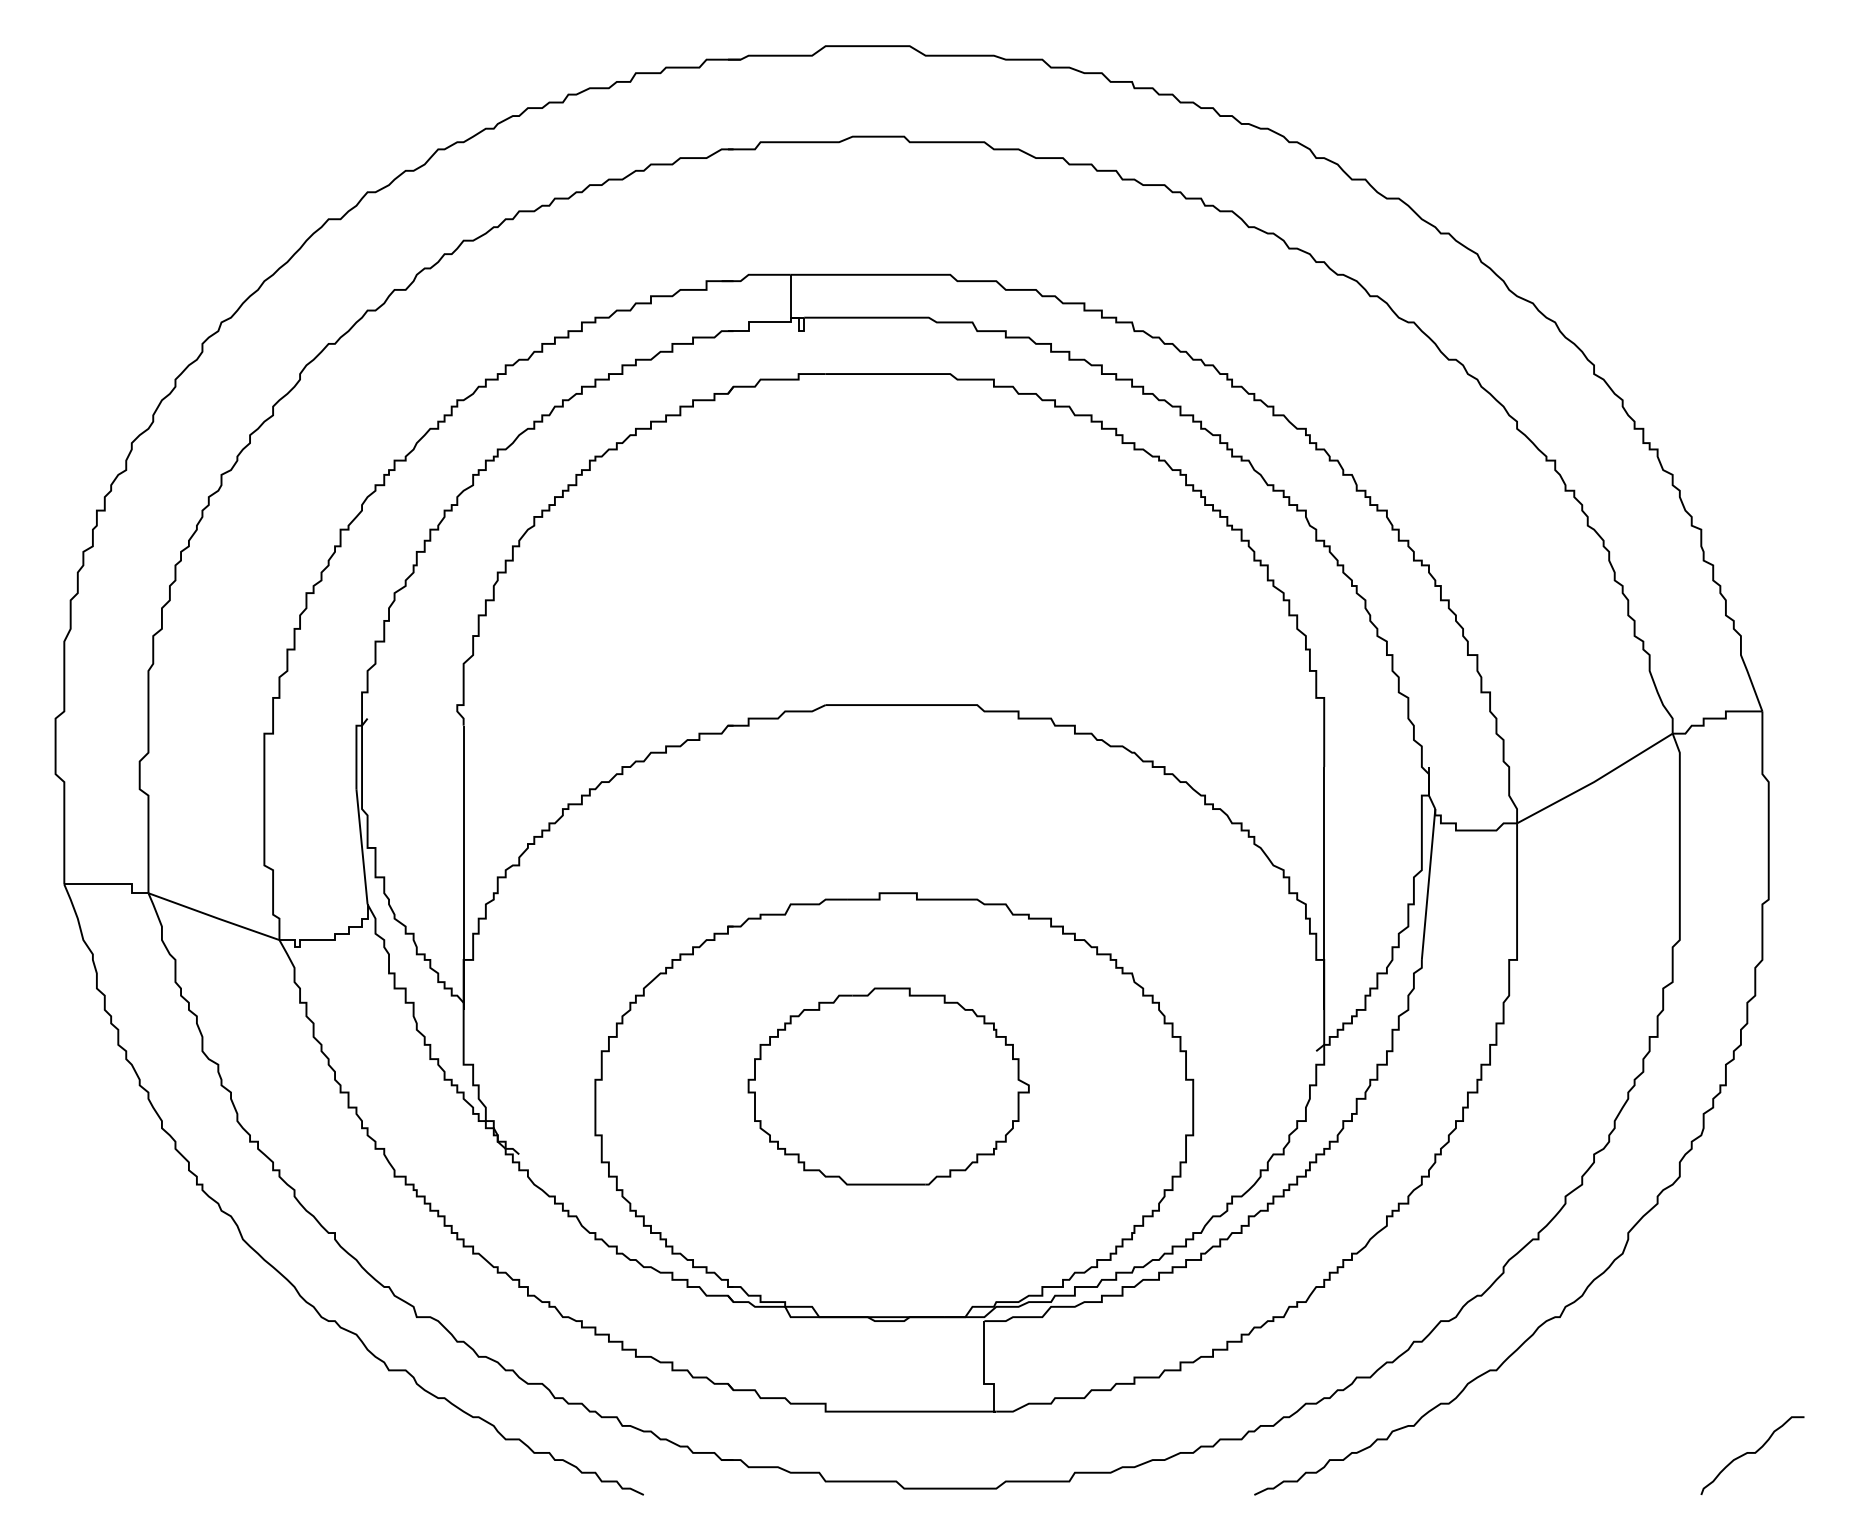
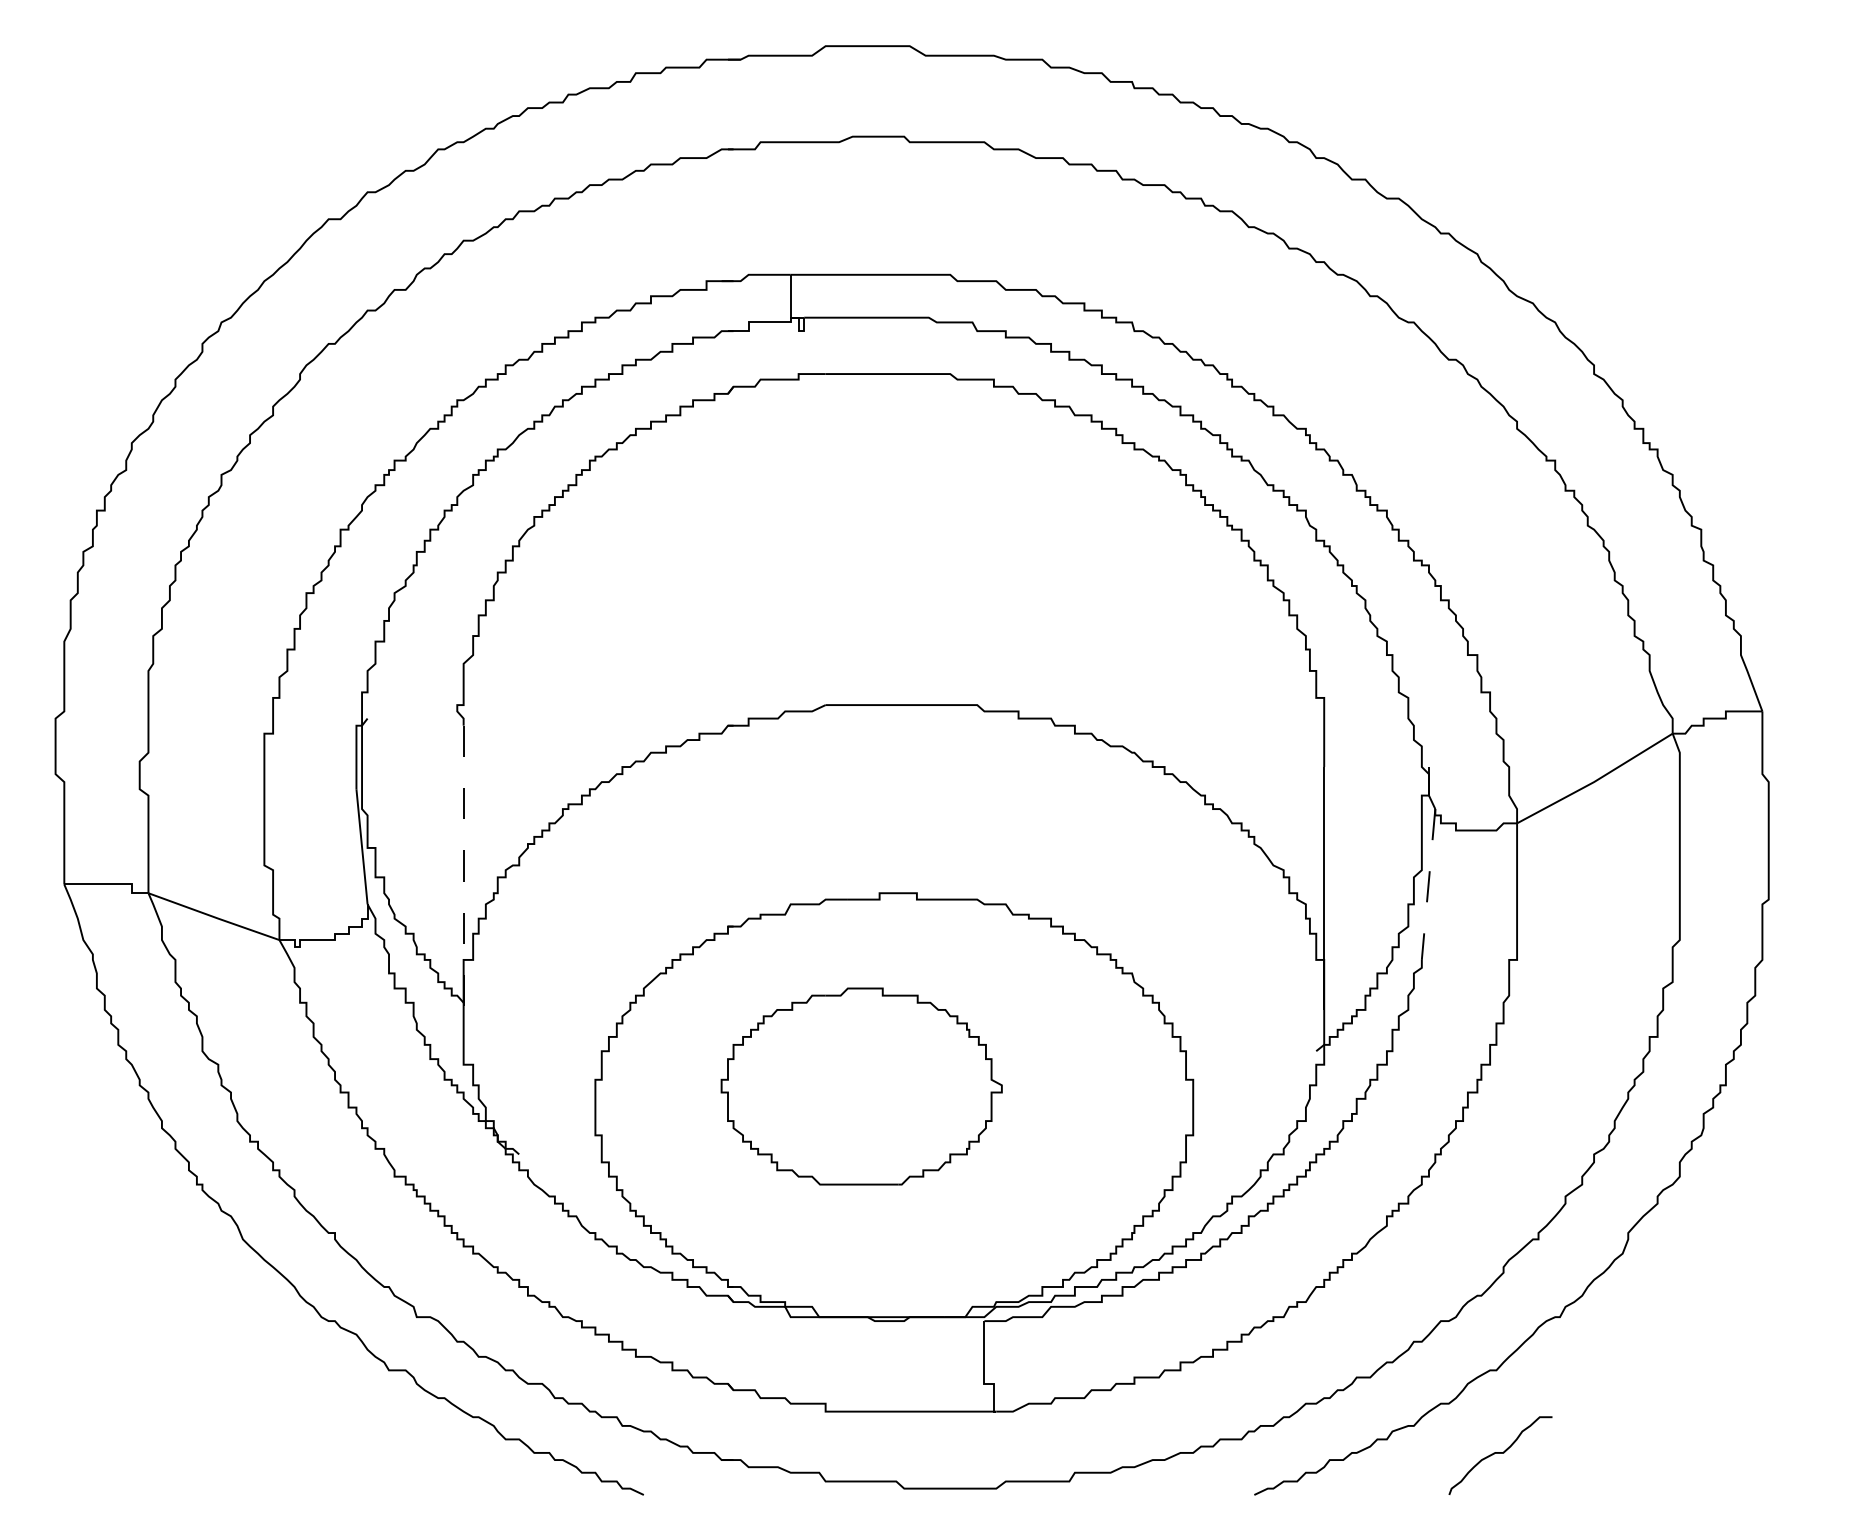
line at (463, 868): solid -> dashed
line at (1428, 884): solid -> dashed
part at (888, 1086) position: (888, 1086) -> (861, 1086)
curve at (1752, 1453) position: (1752, 1453) -> (1500, 1453)
